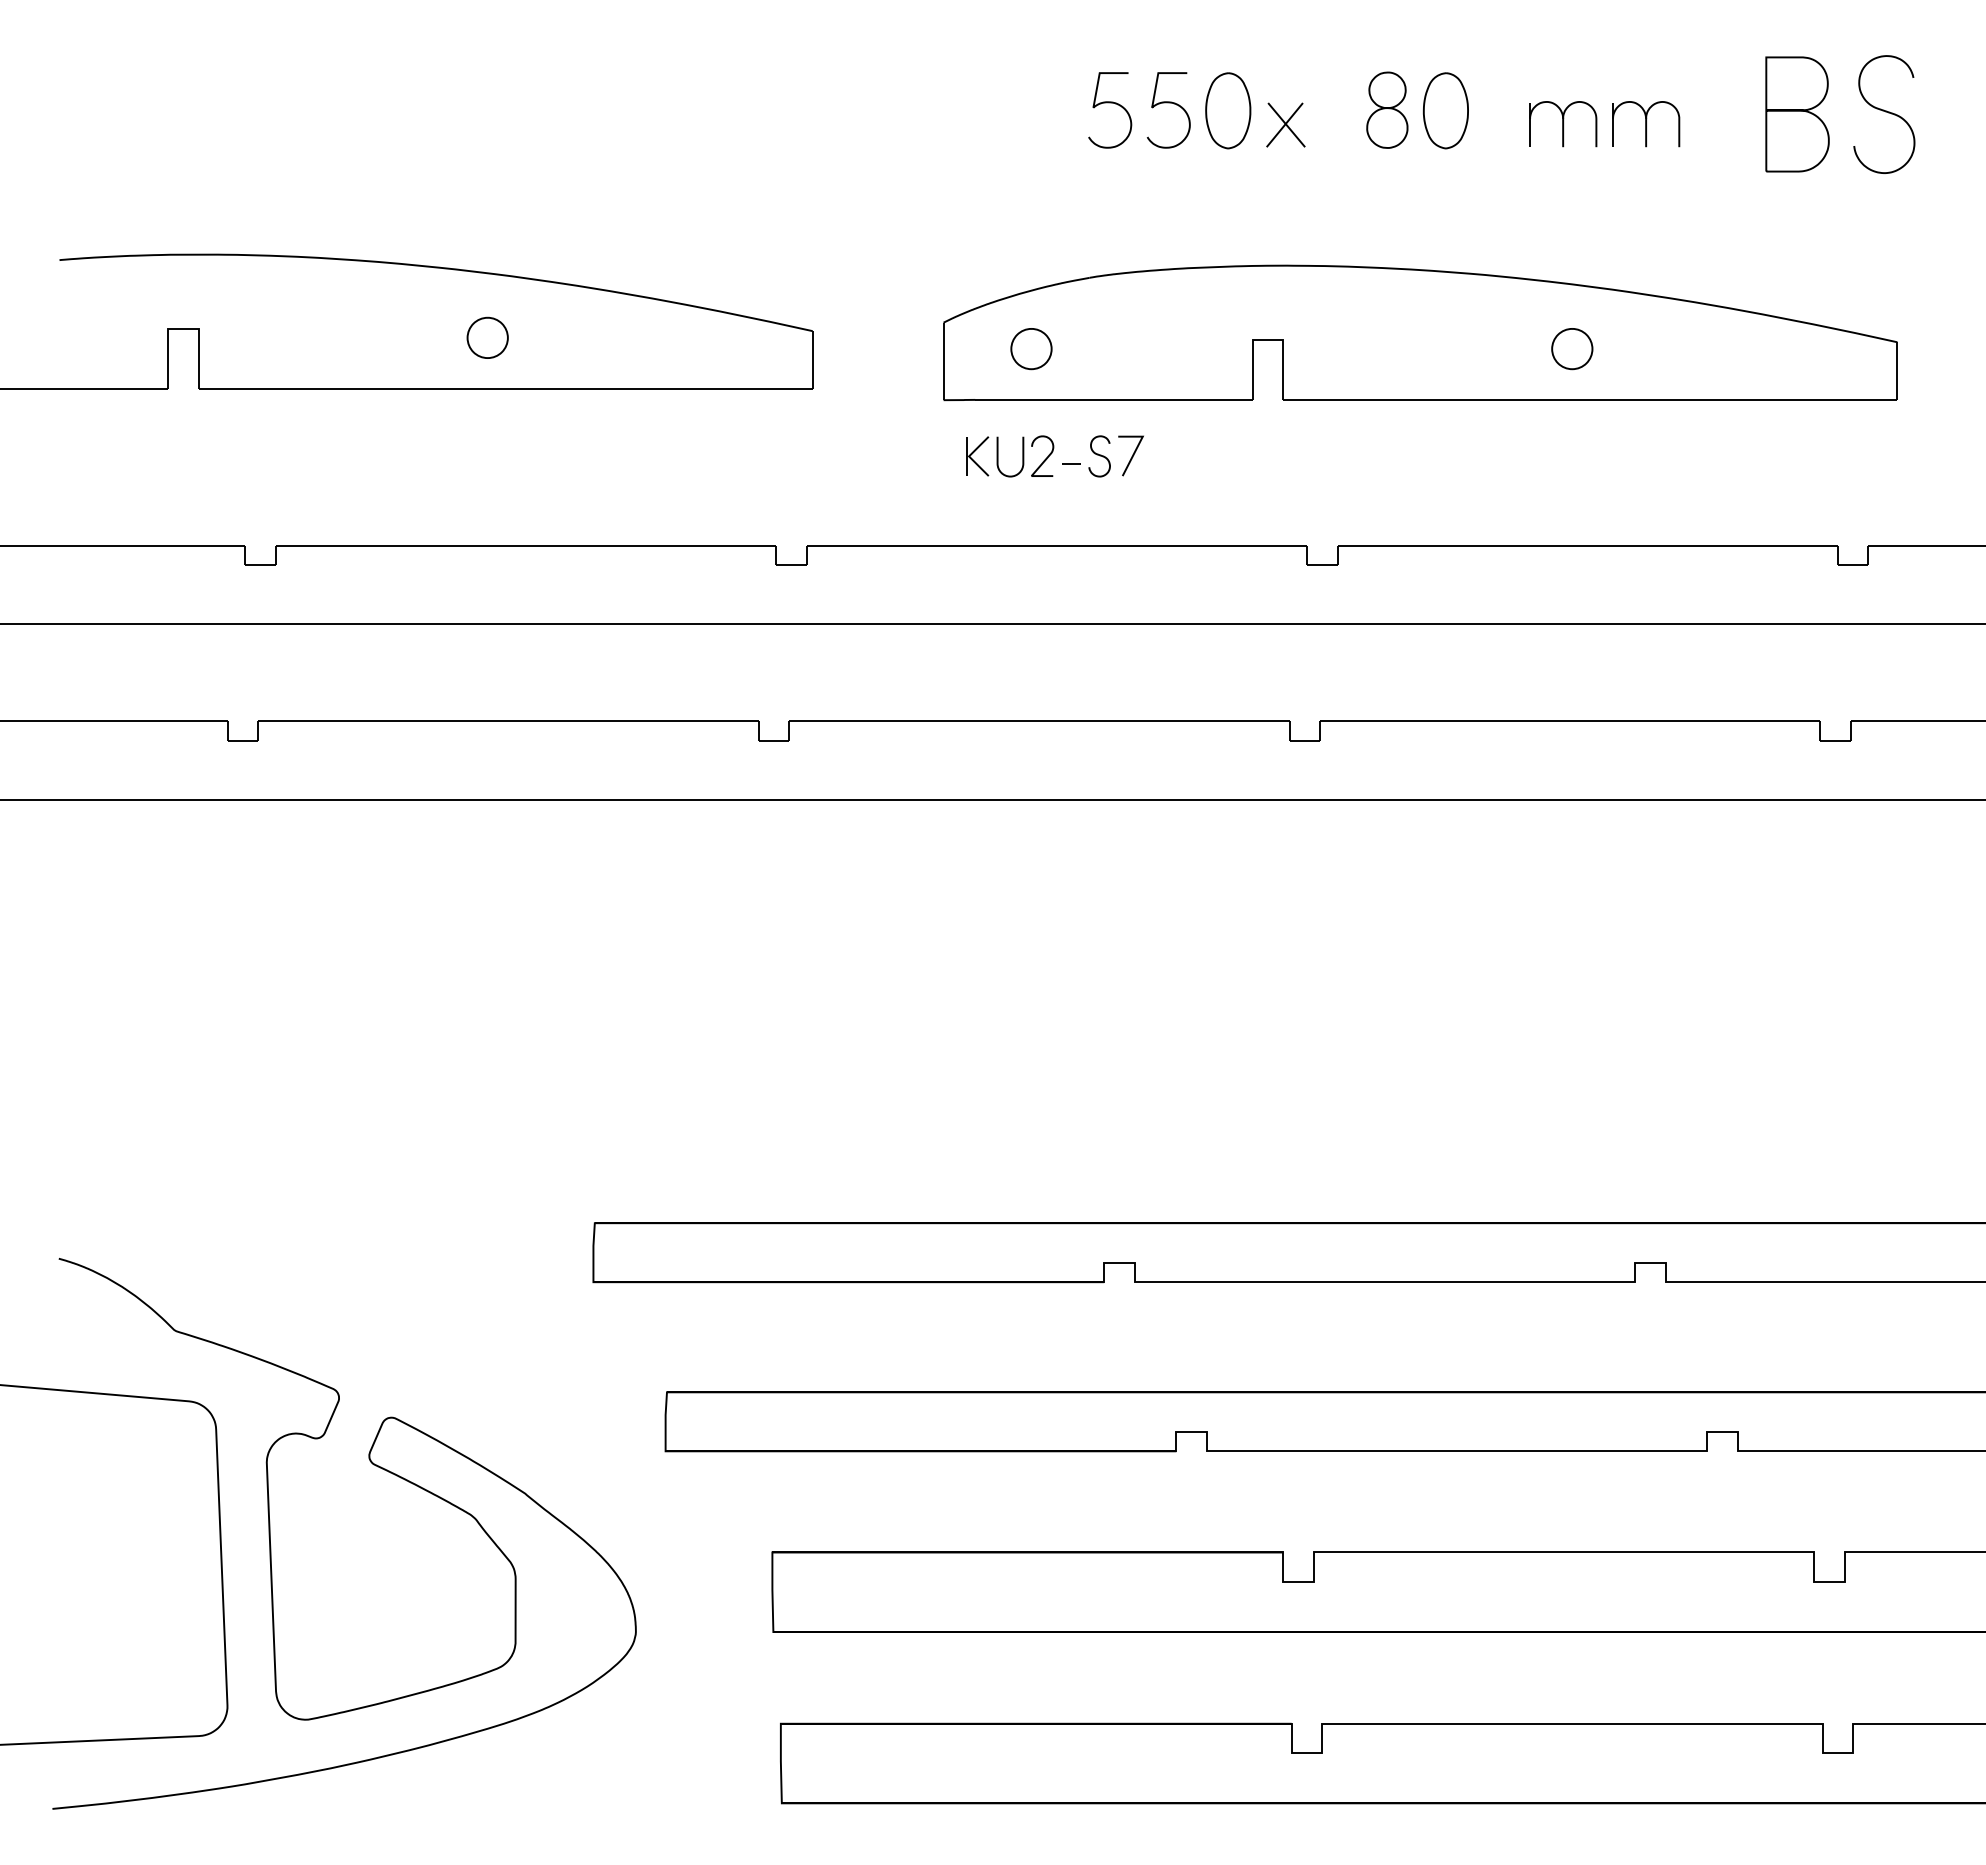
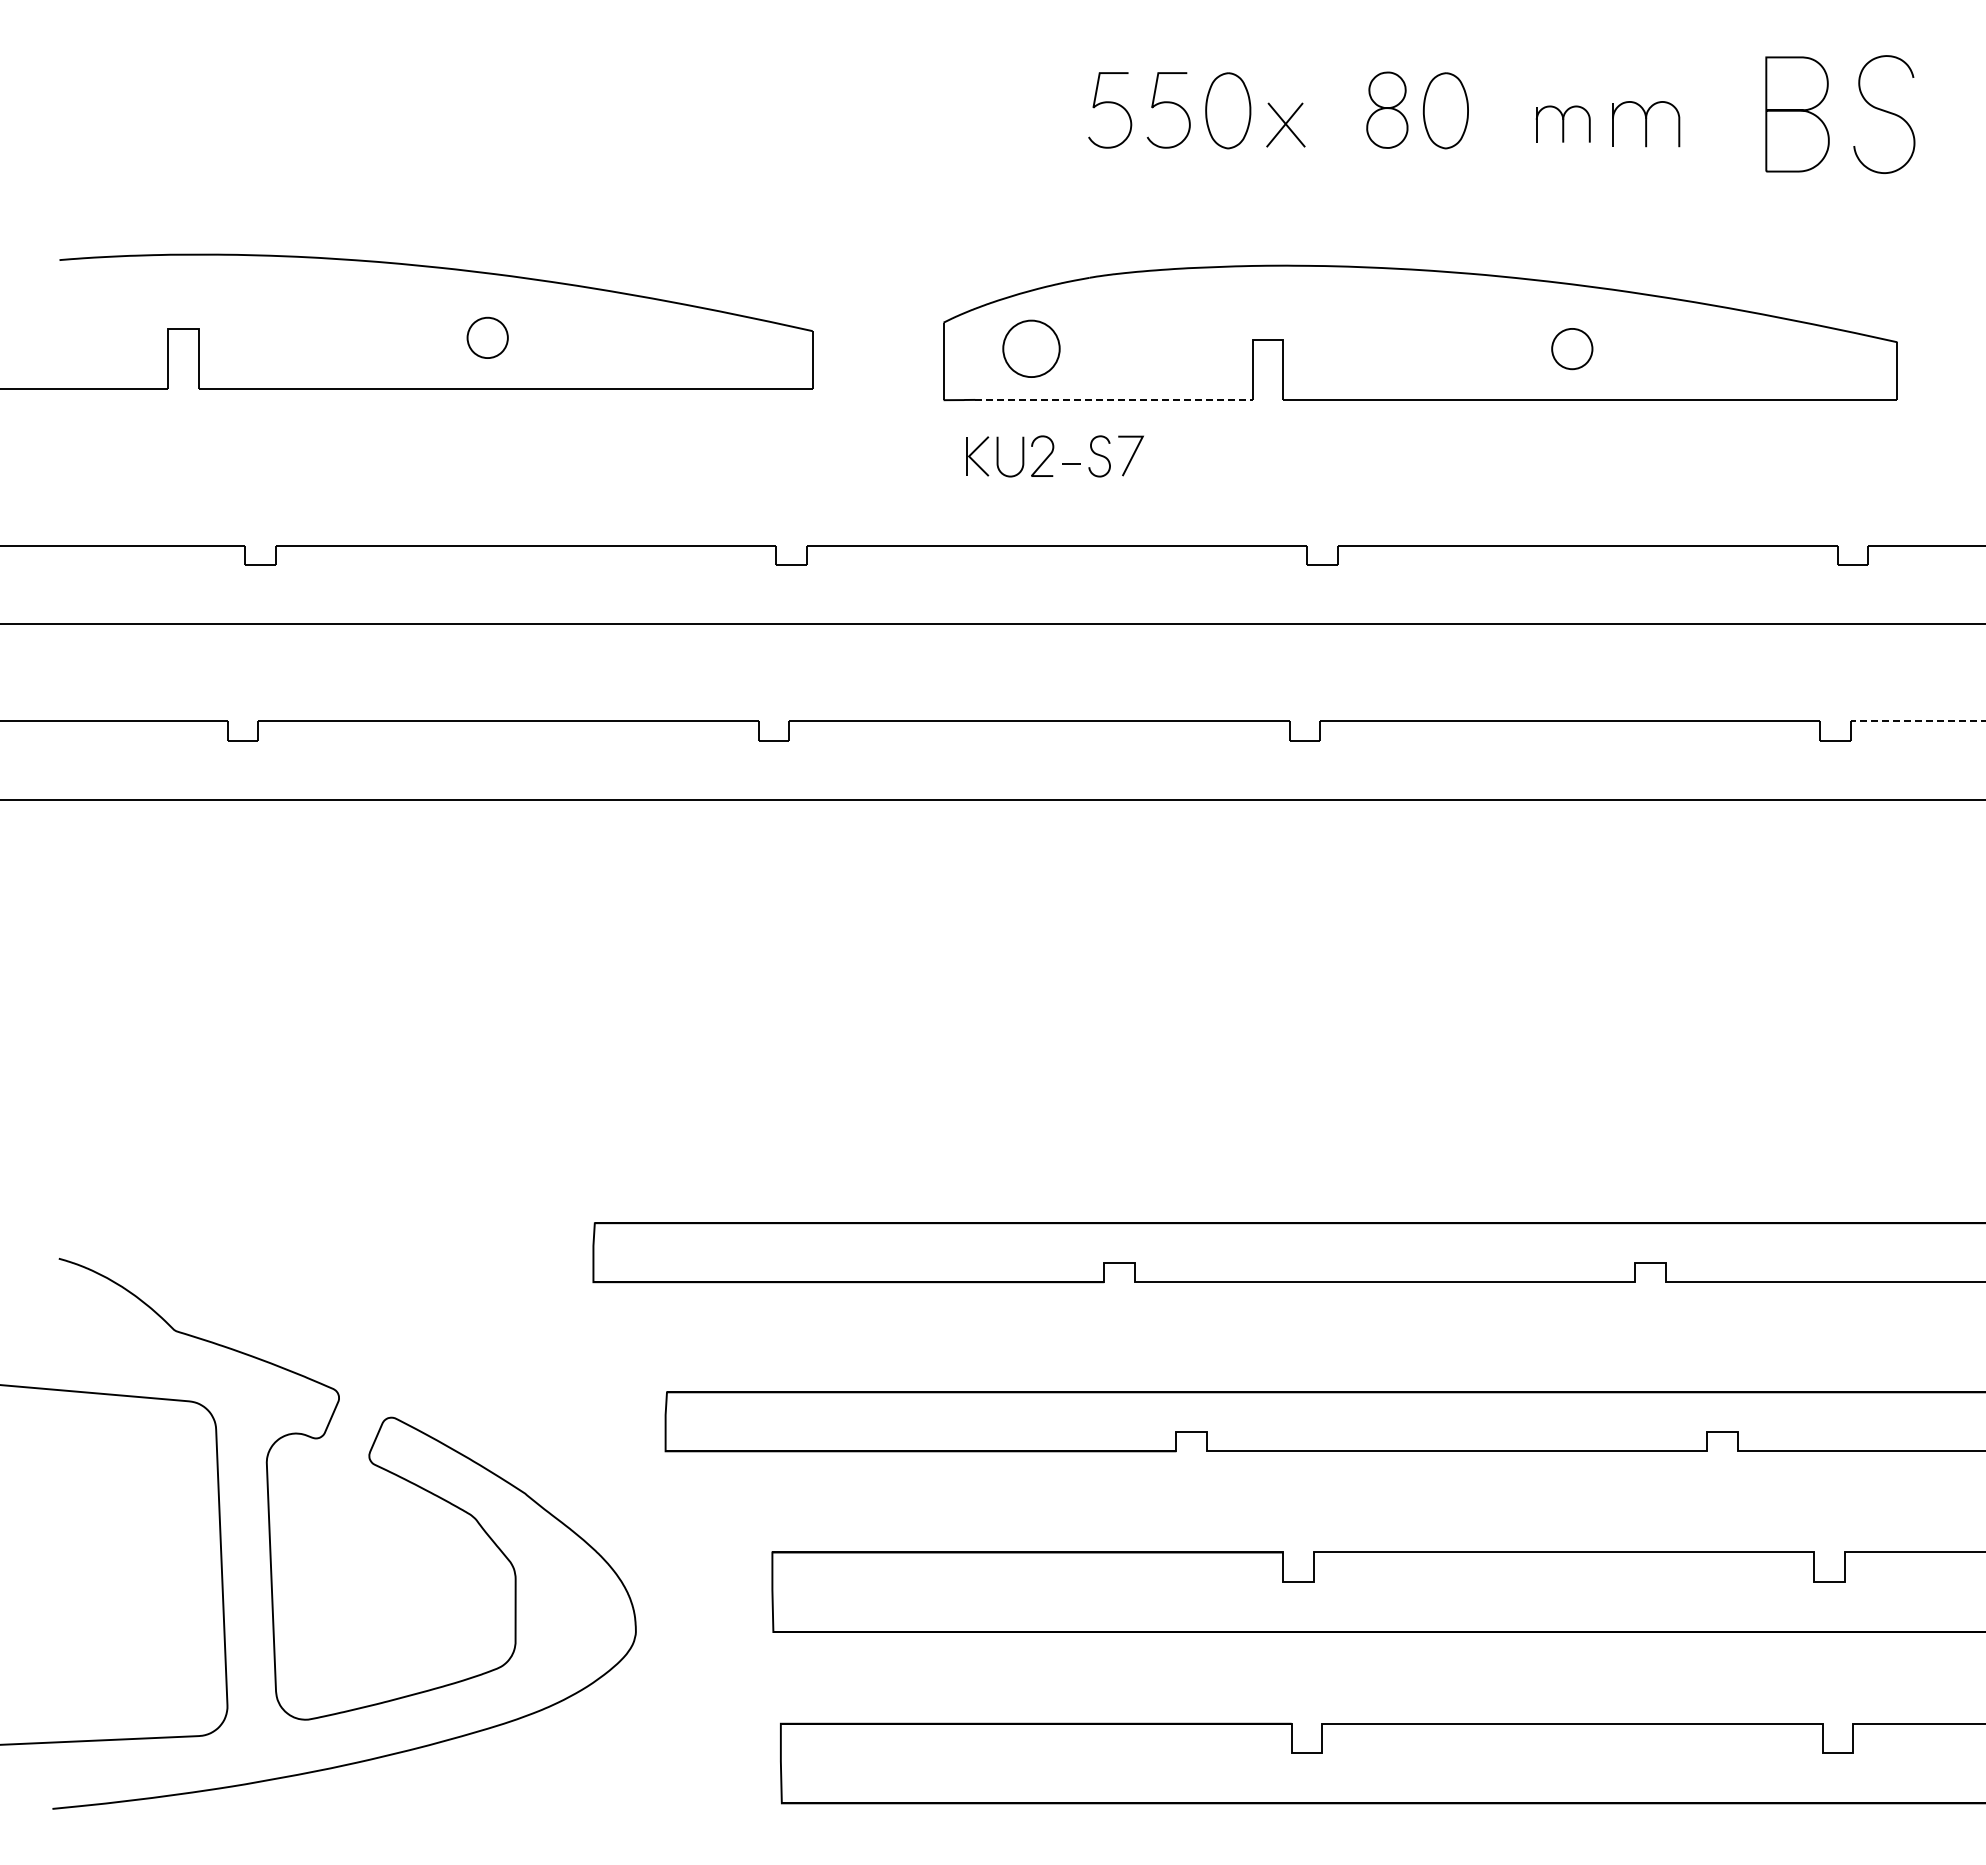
part at (1563, 124) size: 69x47 px -> 56x38 px
part at (1031, 349) size: 43x43 px -> 59x59 px
line at (1114, 399): solid -> dashed
line at (1917, 721): solid -> dashed
